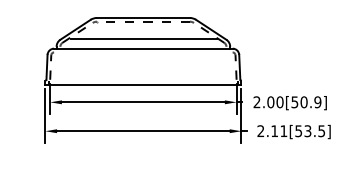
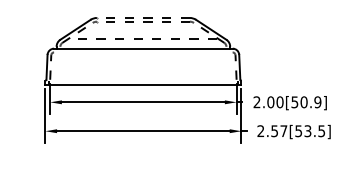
line at (143, 17): solid -> dashed
line at (143, 39): solid -> dashed
text at (279, 131): 2.11[53.5] -> 2.57[53.5]
